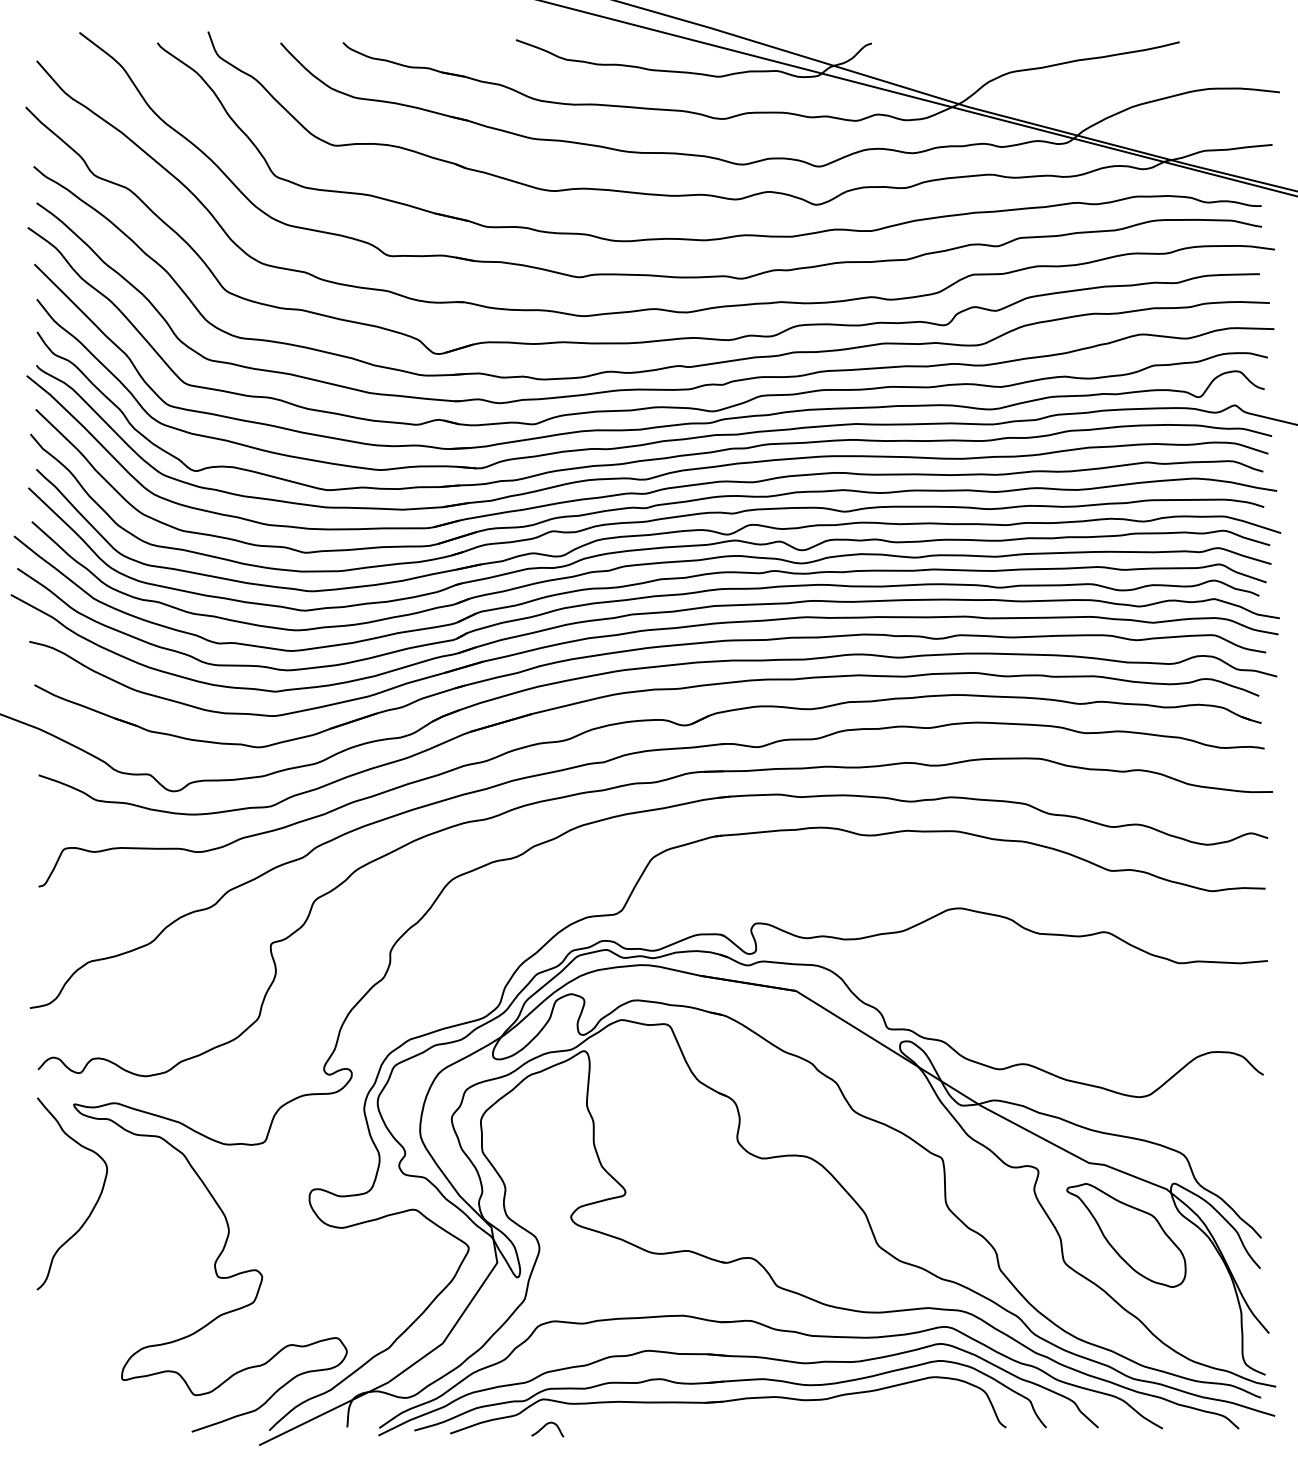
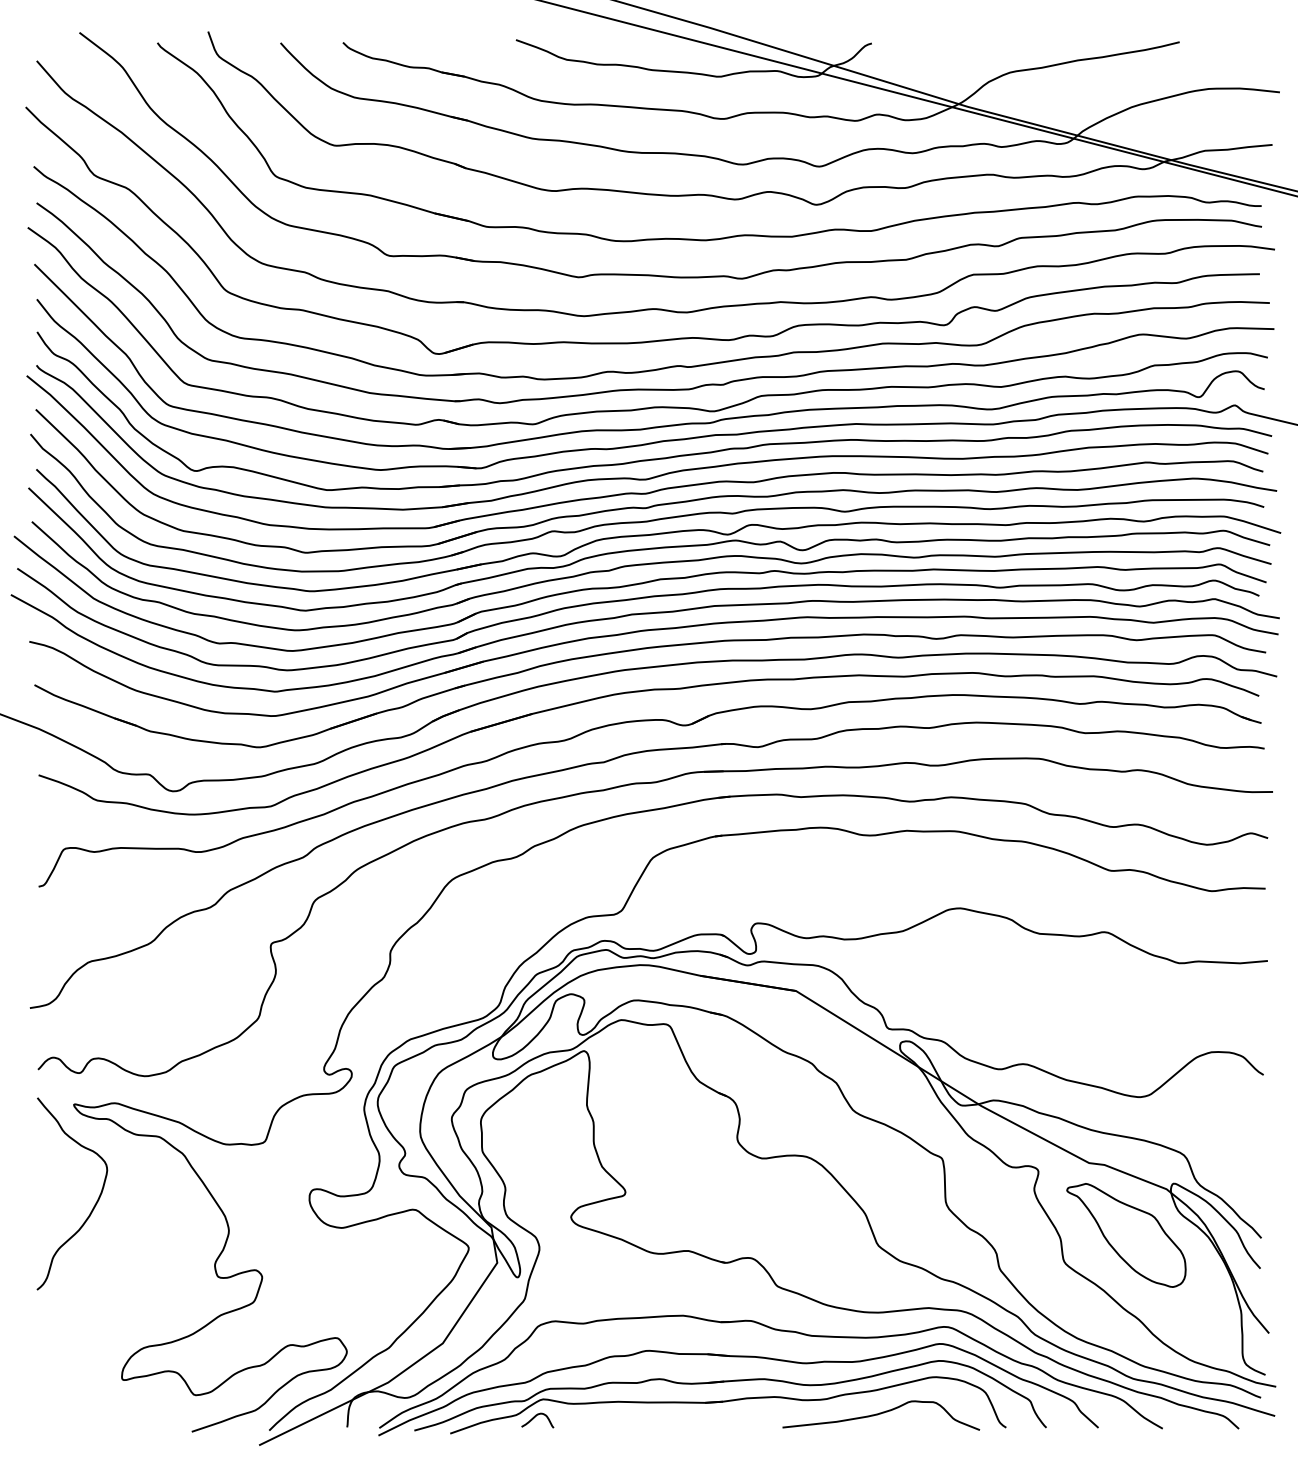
curve at (881, 1414): none -> present
curve at (545, 1426) position: (545, 1426) -> (535, 1417)
